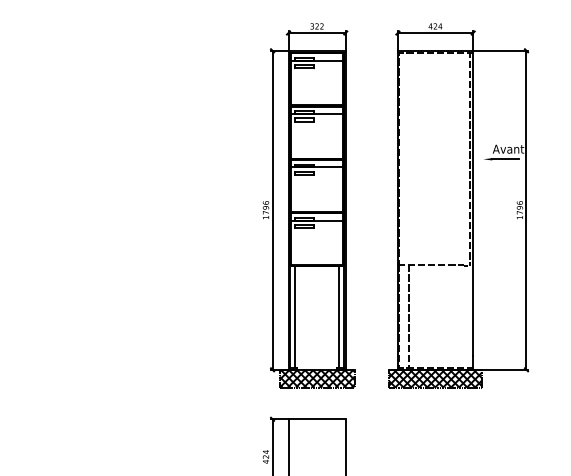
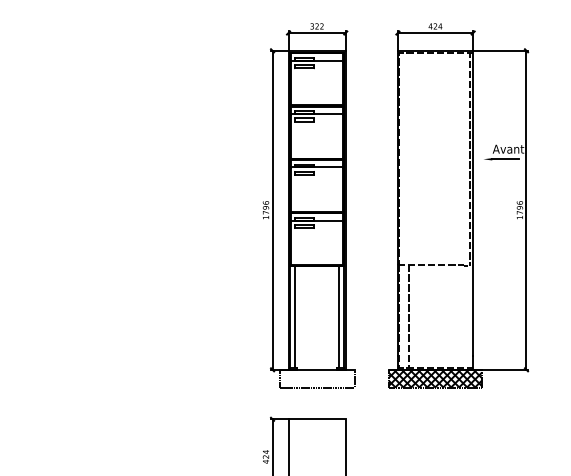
hatch at (316, 378): present -> none
